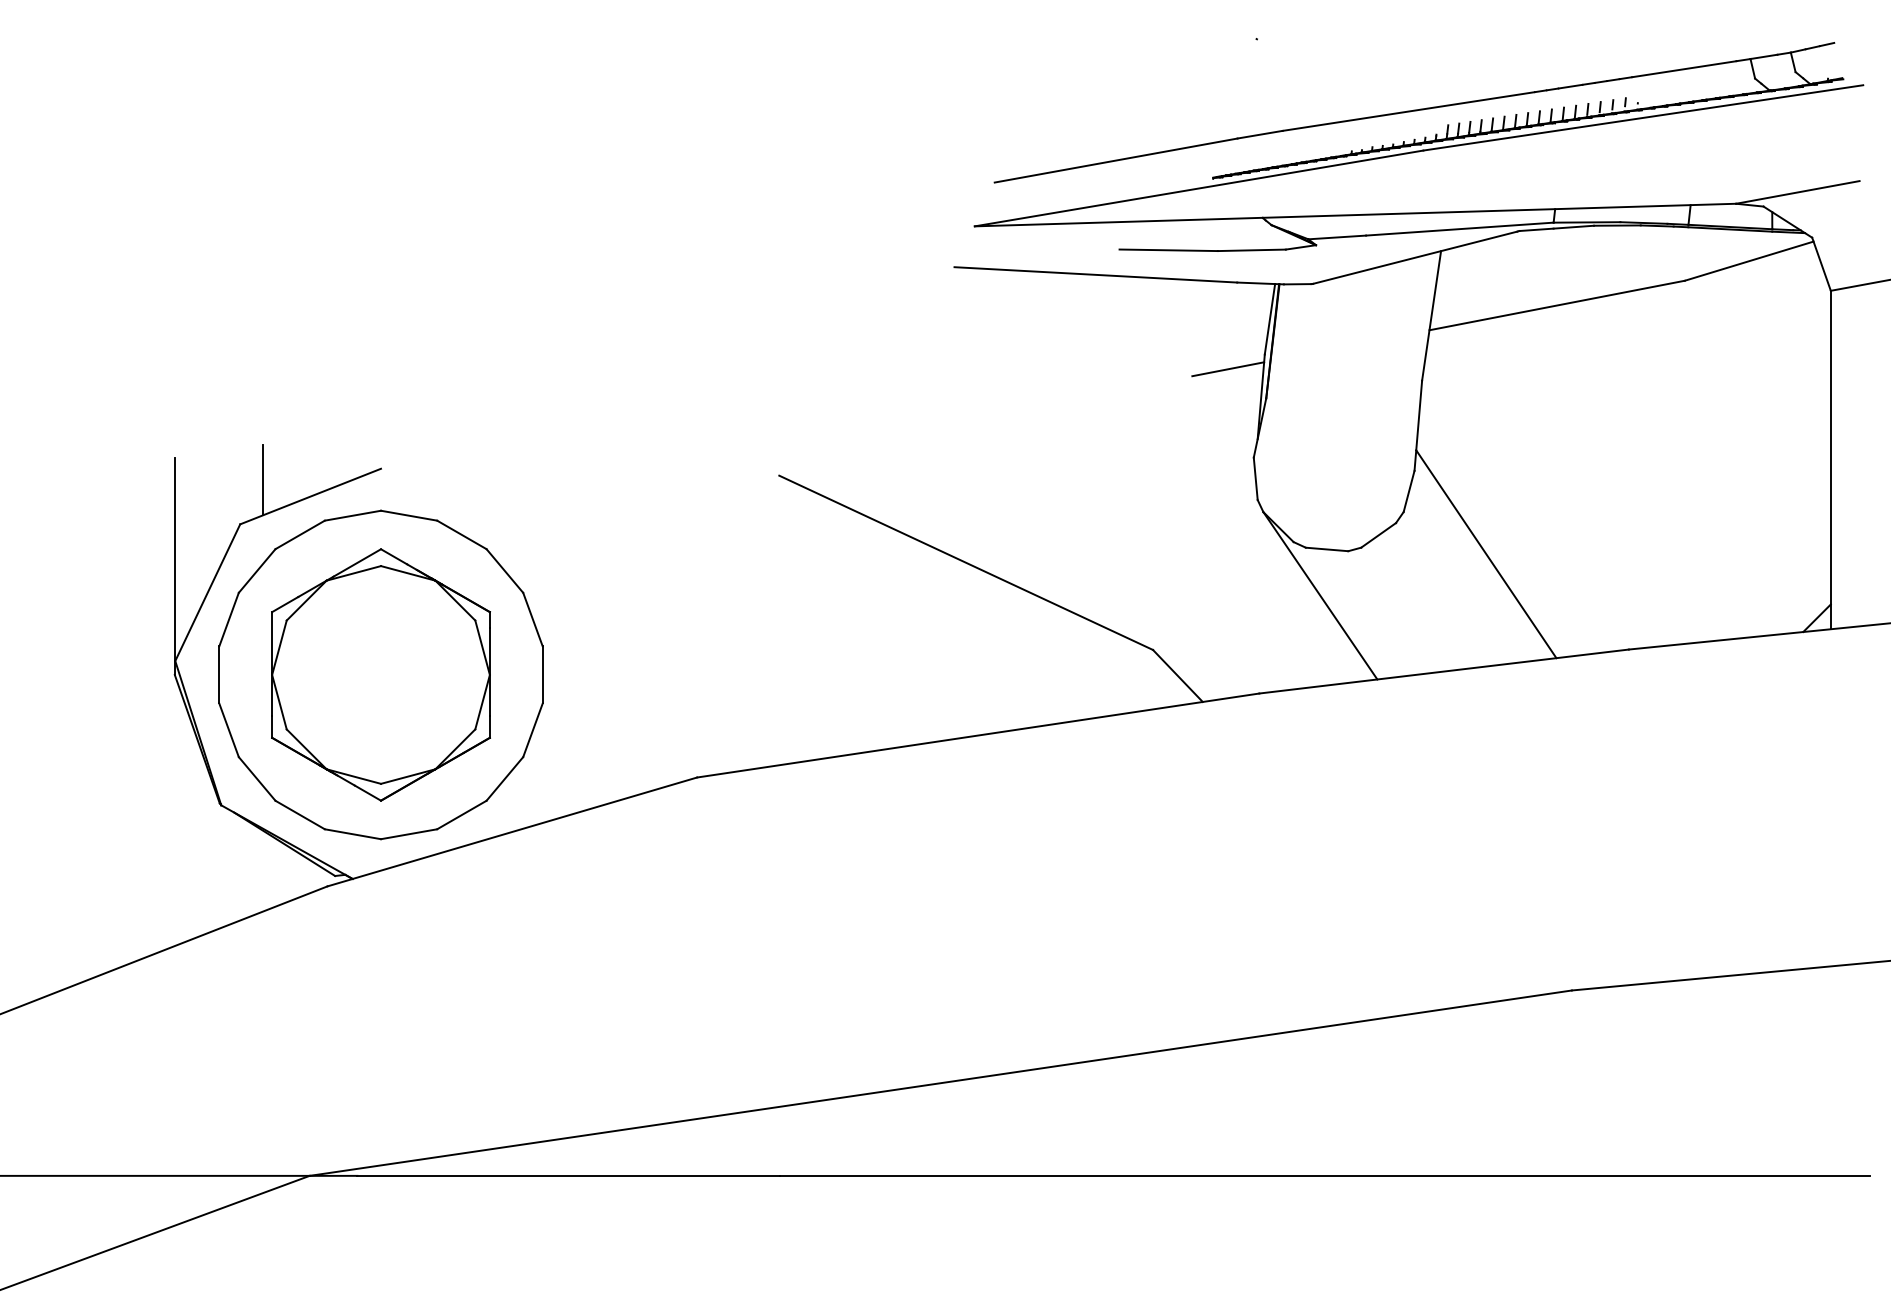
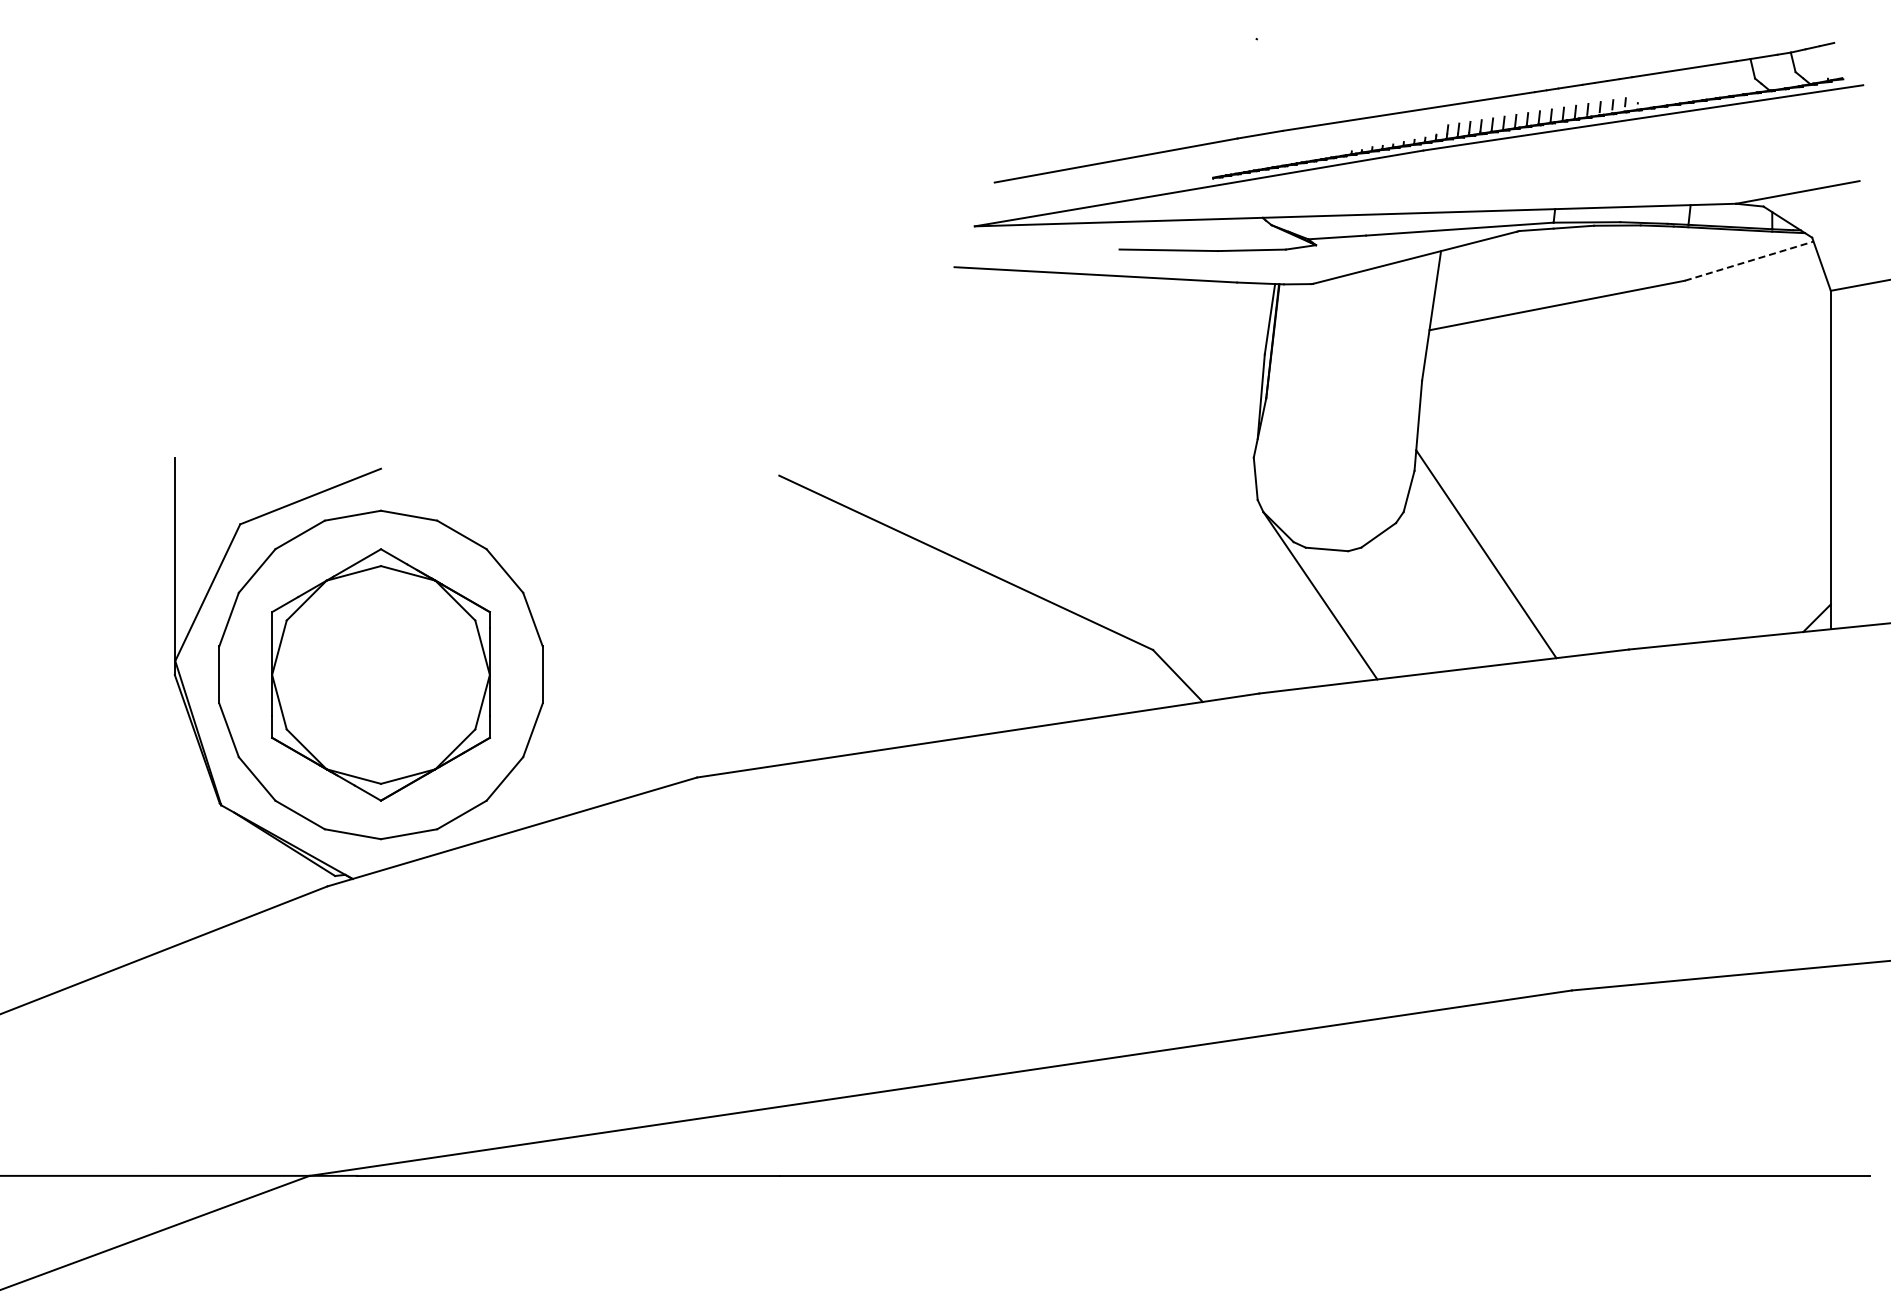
line at (1749, 261): solid -> dashed
line at (1228, 369): present -> none
line at (263, 479): present -> none
